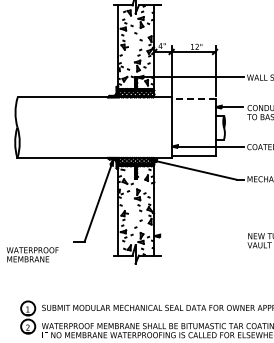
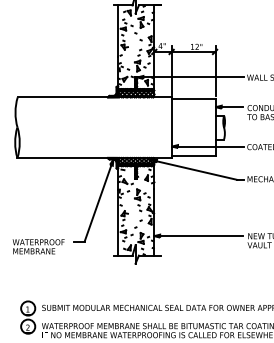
line at (193, 99): dashed -> solid
line at (198, 236): none -> present
text at (32, 254) position: (32, 254) -> (38, 246)
